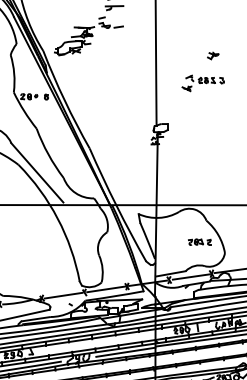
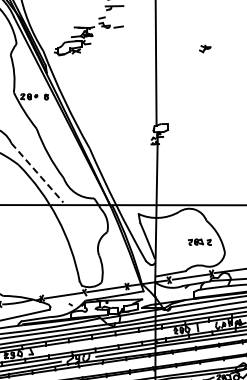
part at (213, 55) position: (213, 55) -> (205, 48)
part at (202, 83): present -> none
line at (37, 173): solid -> dashed
